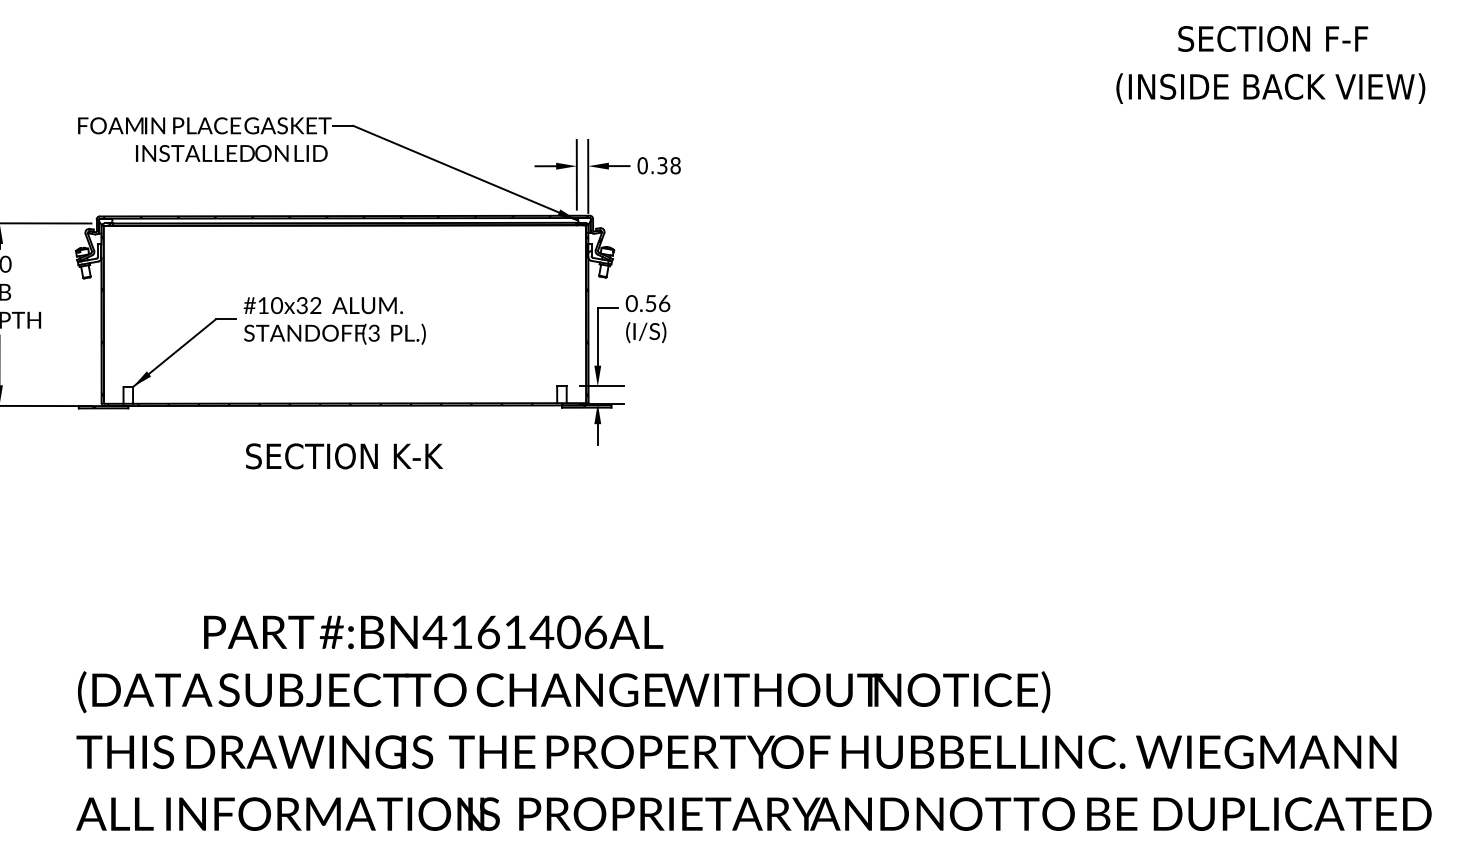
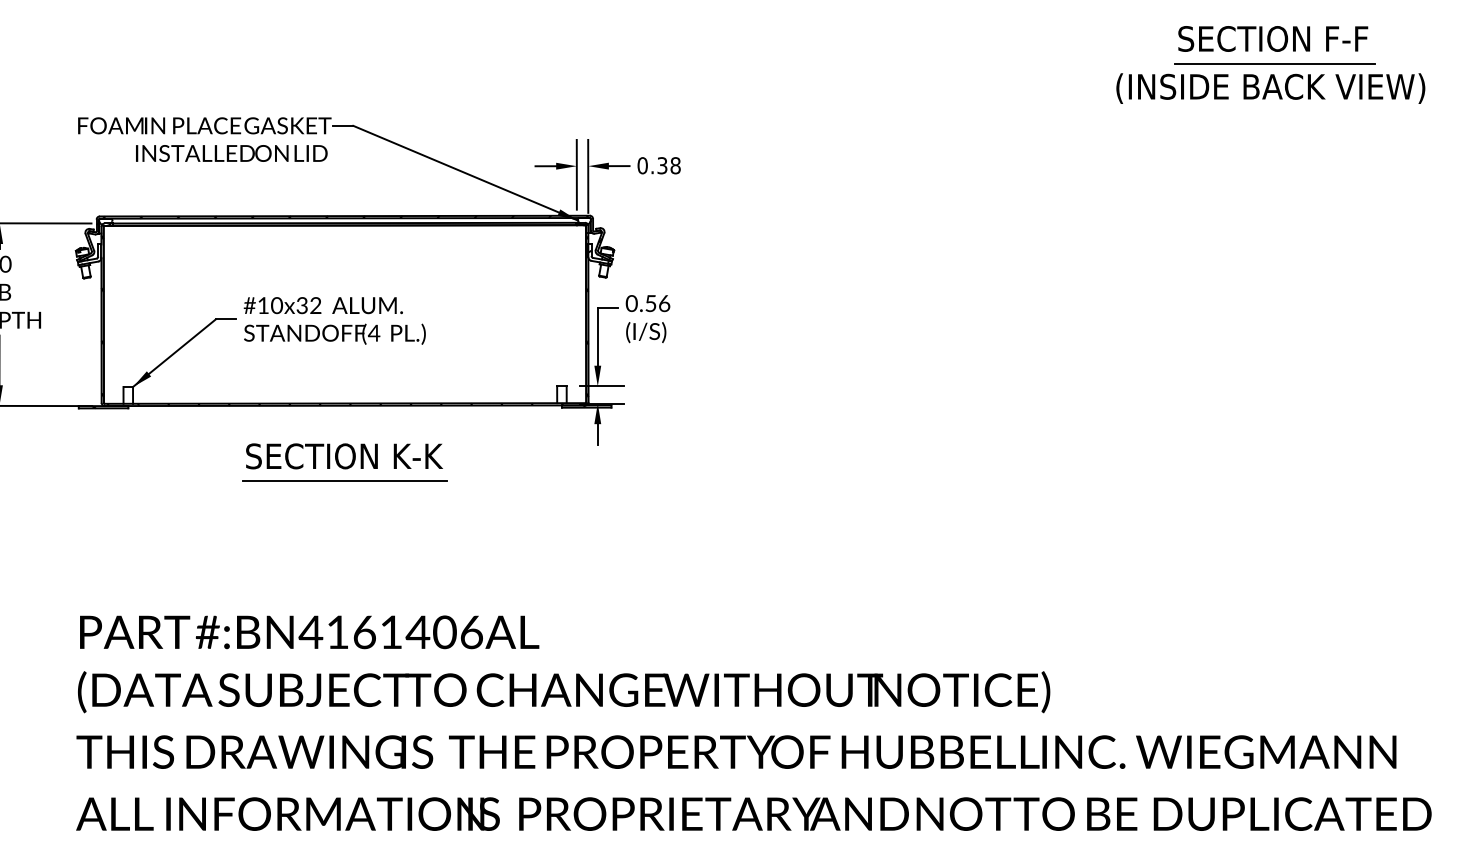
line at (1274, 63): none -> present
text at (373, 332): (3 -> (4
line at (344, 481): none -> present
text at (433, 632) position: (433, 632) -> (309, 632)
